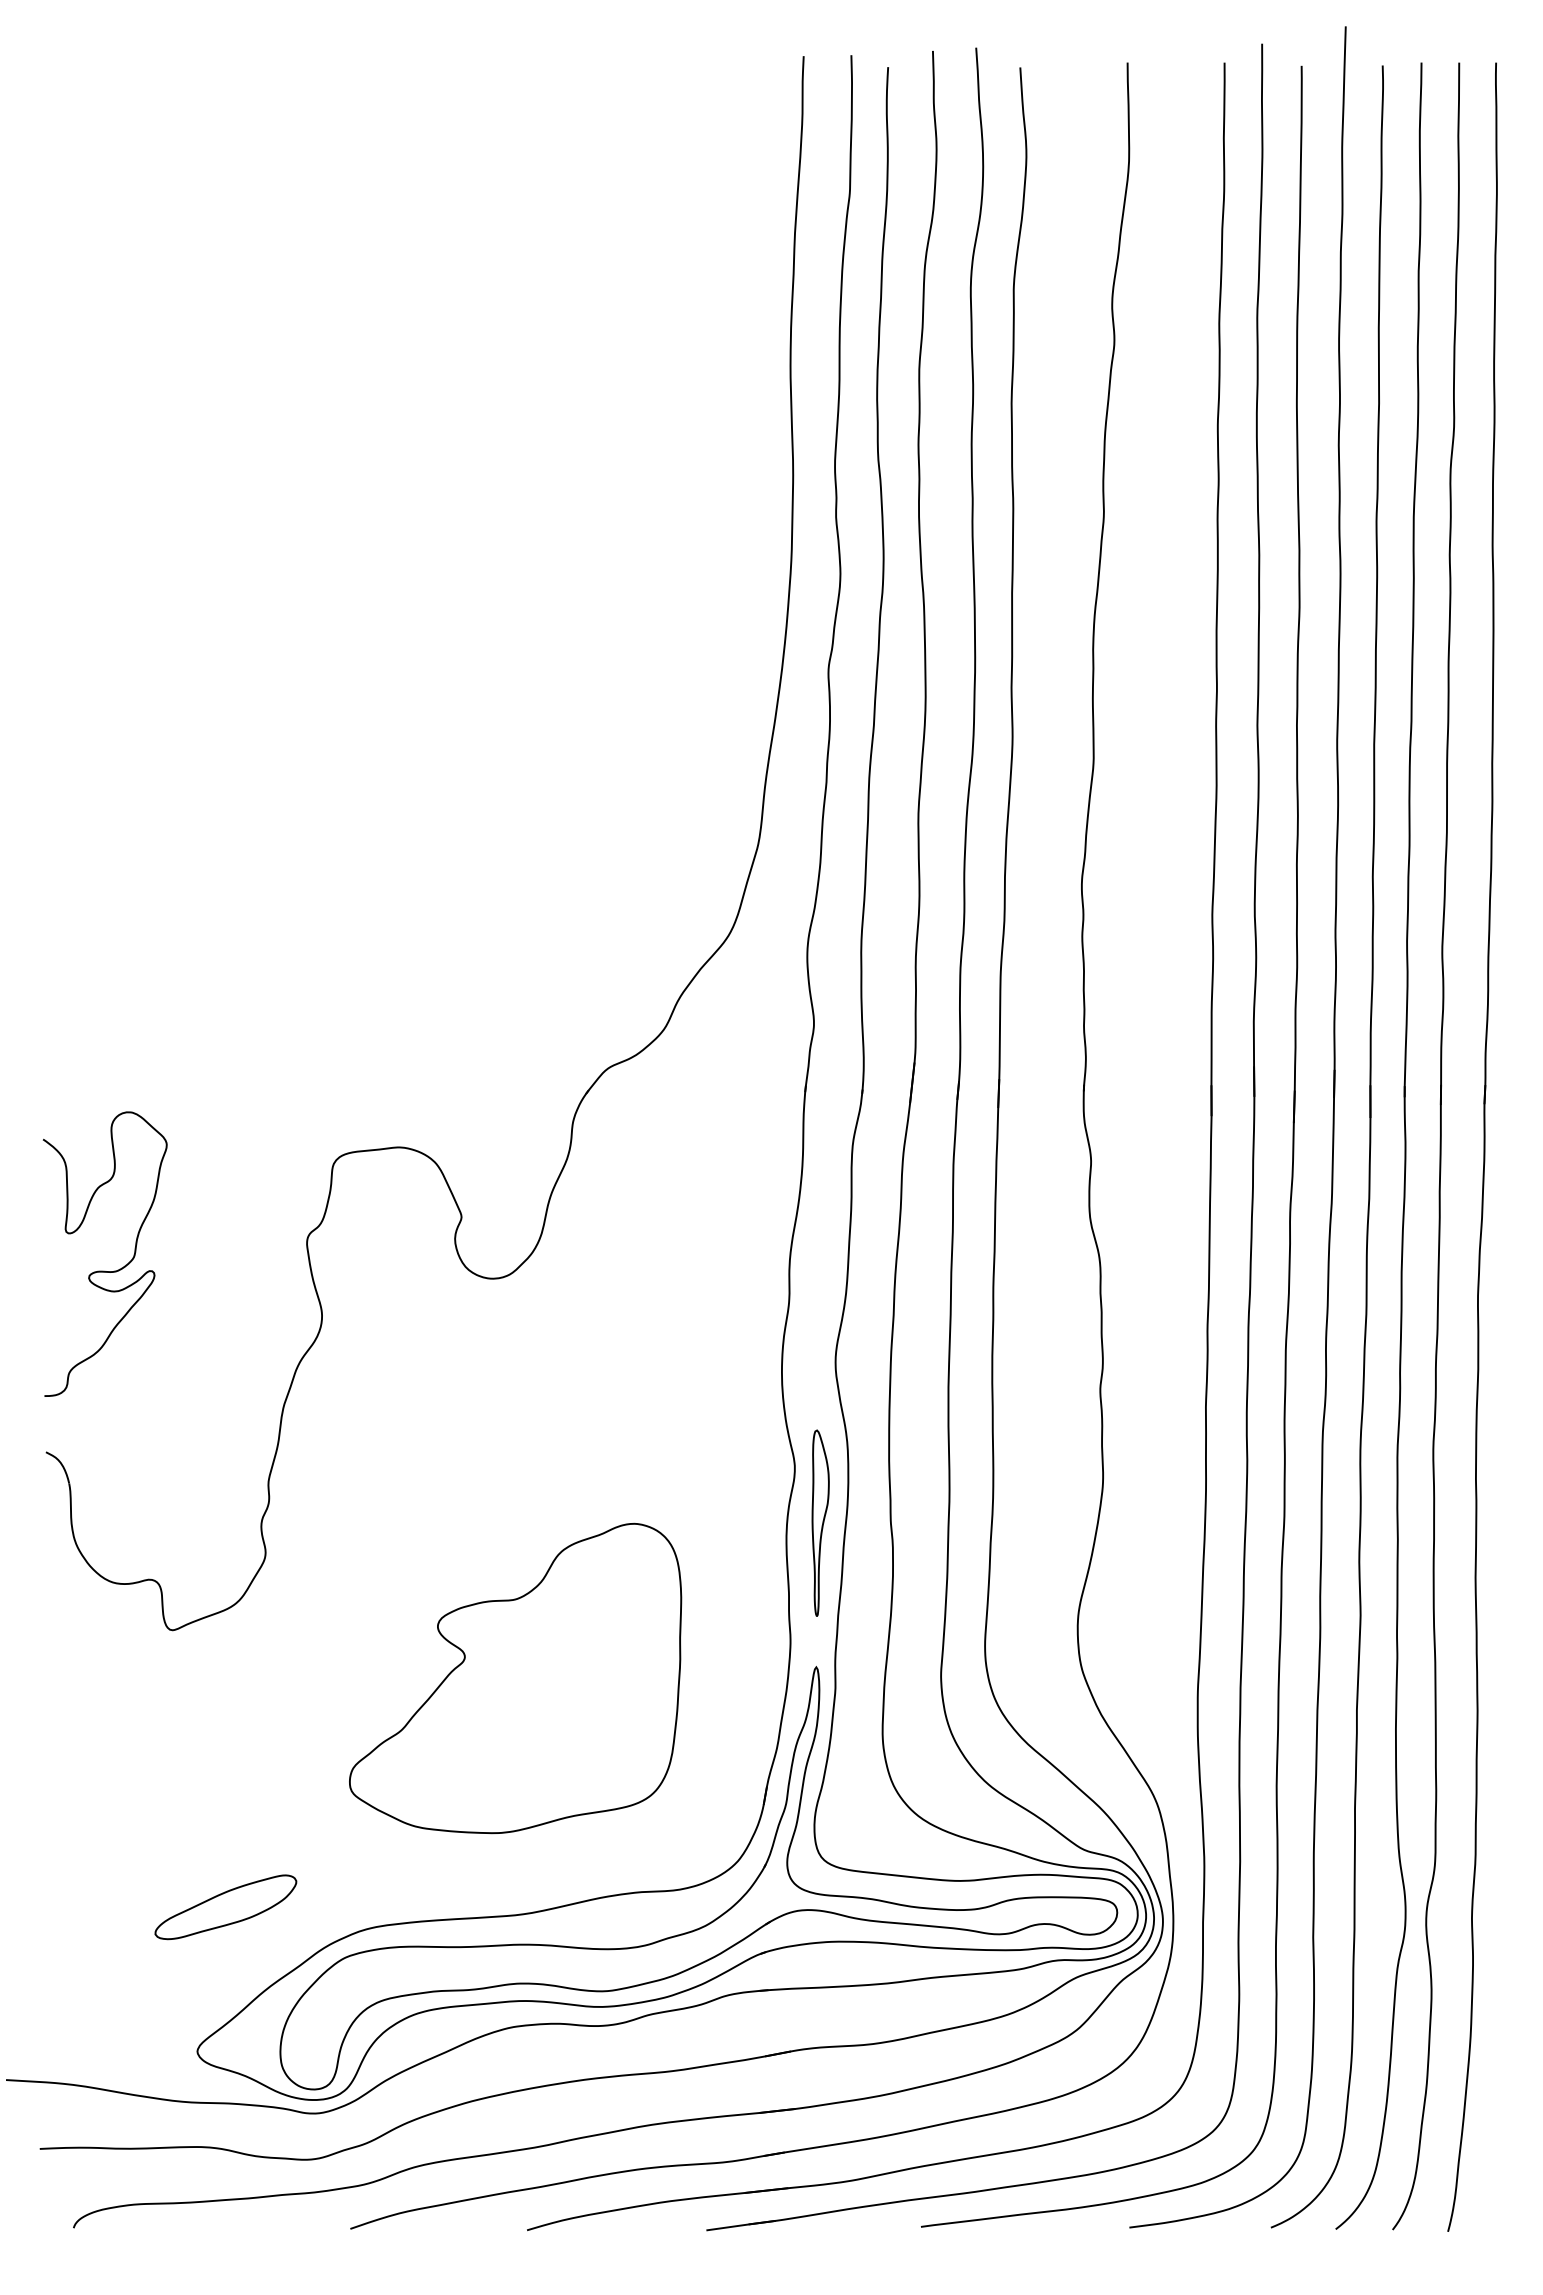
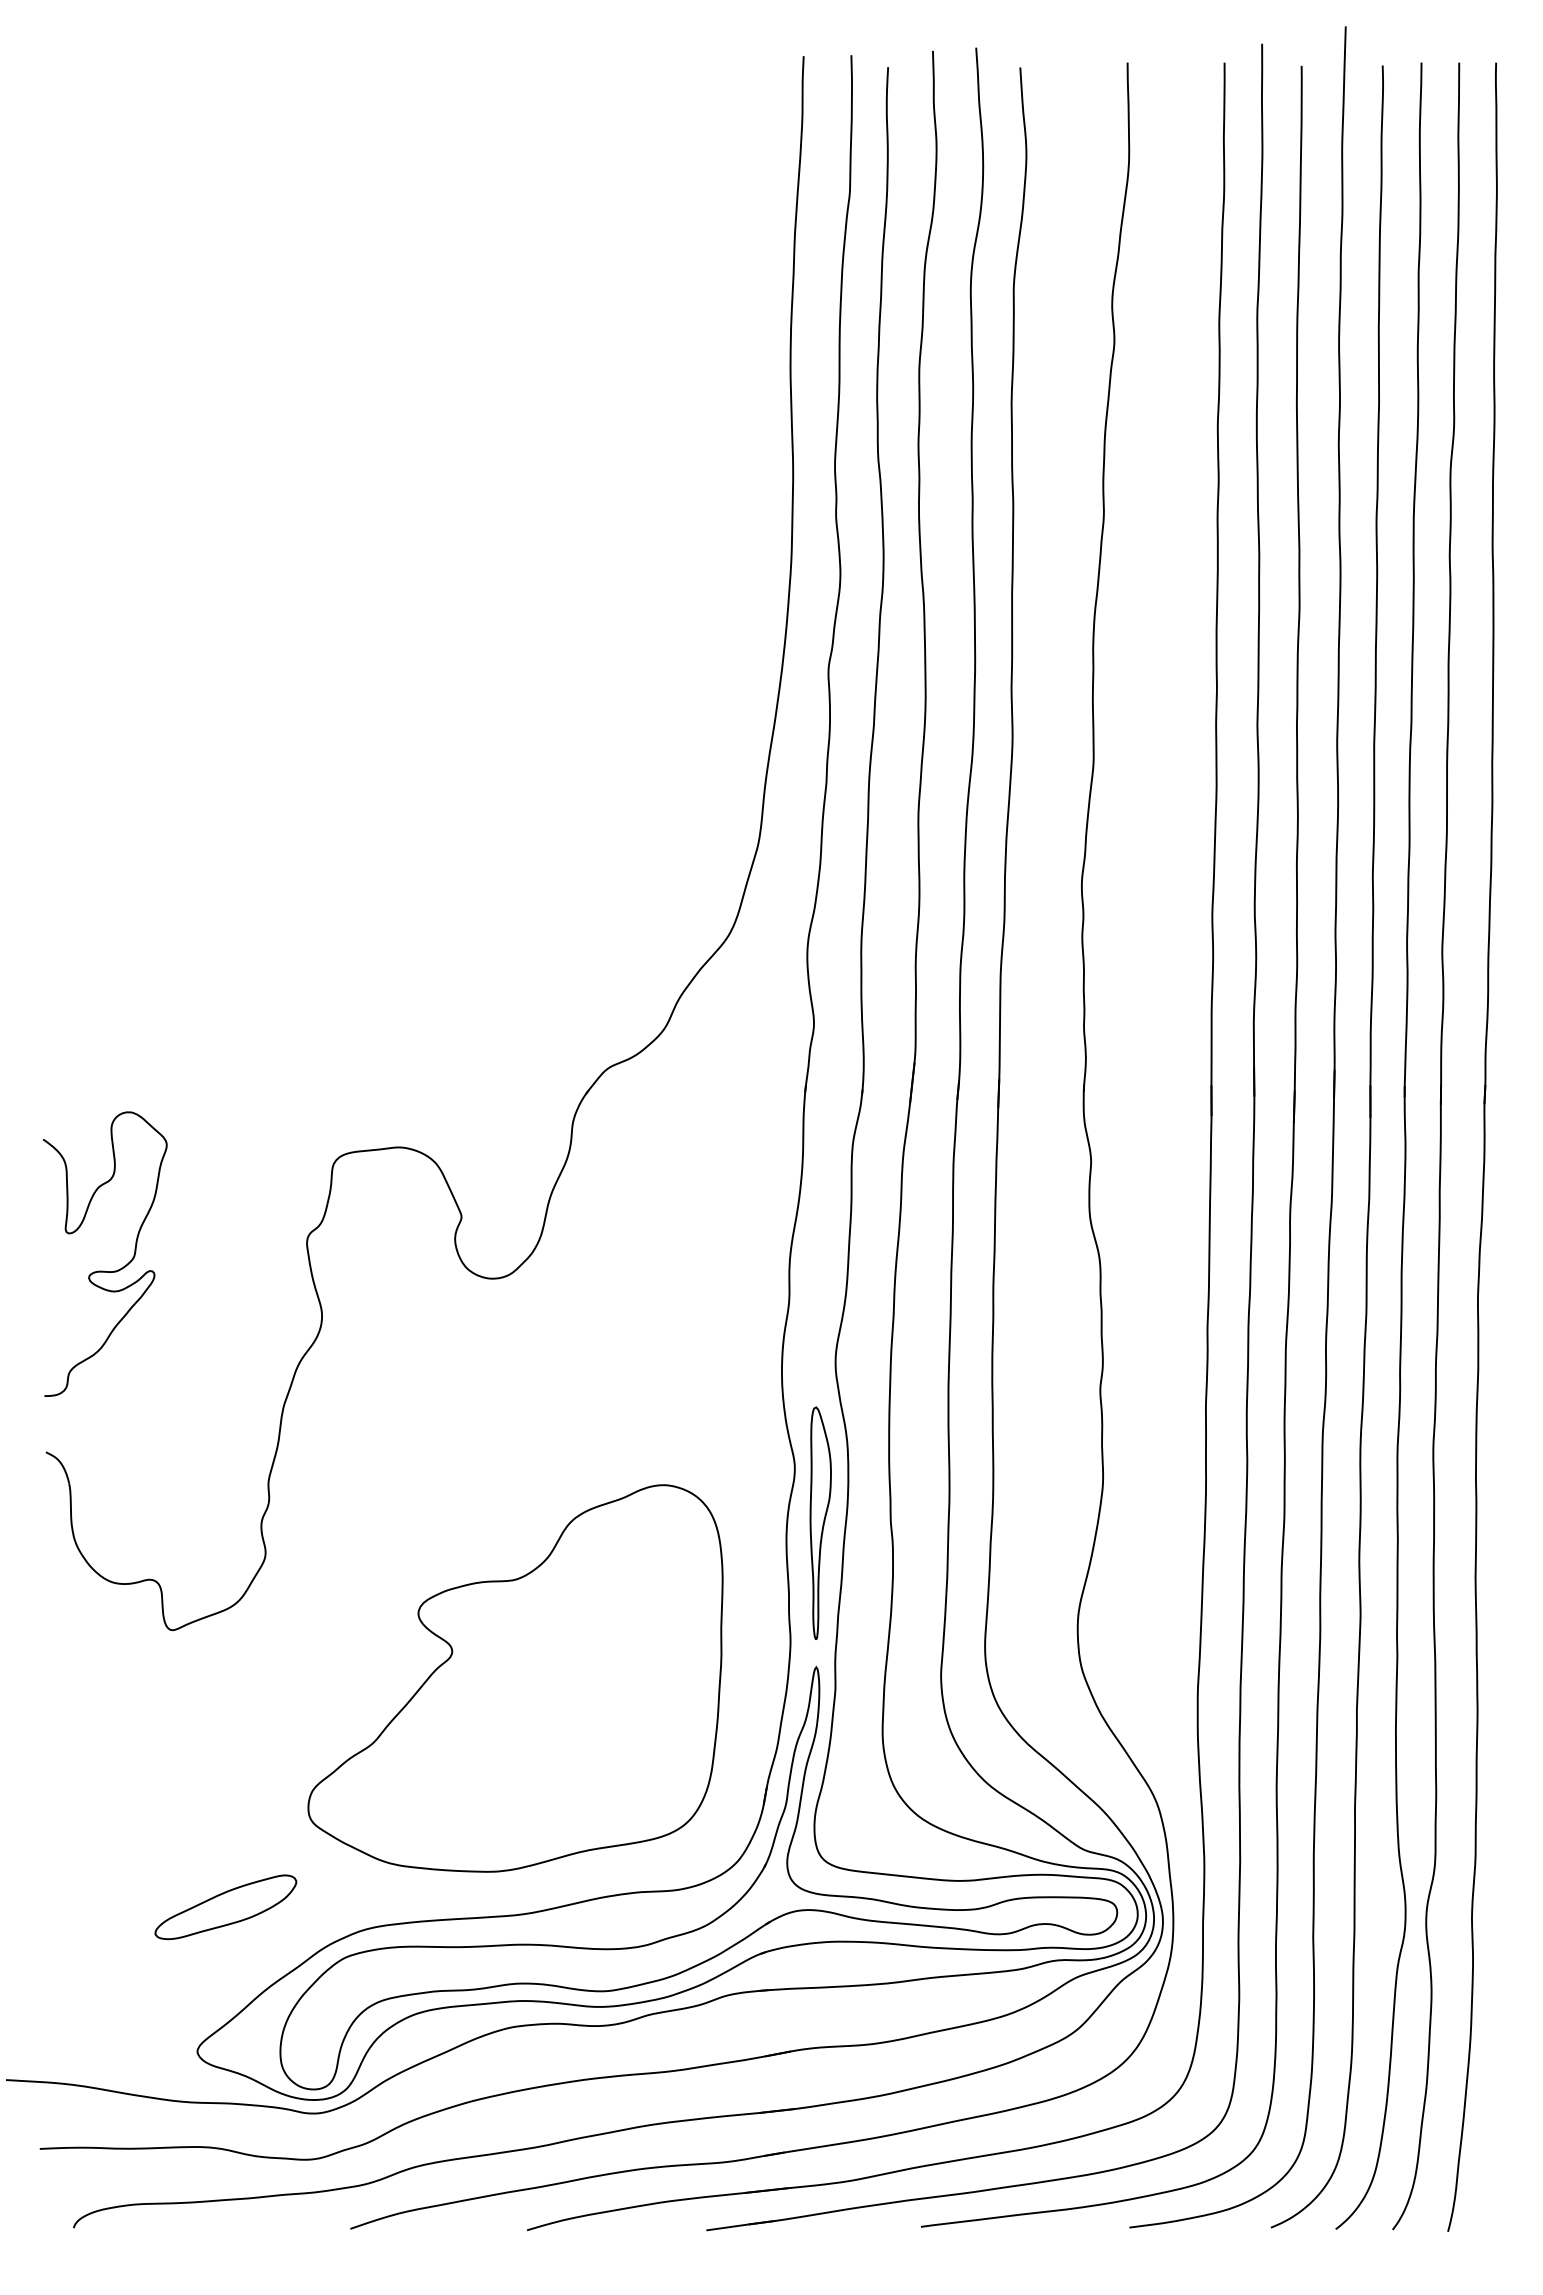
part at (820, 1522) size: 19x188 px -> 23x234 px
part at (515, 1678) size: 334x313 px -> 417x389 px
